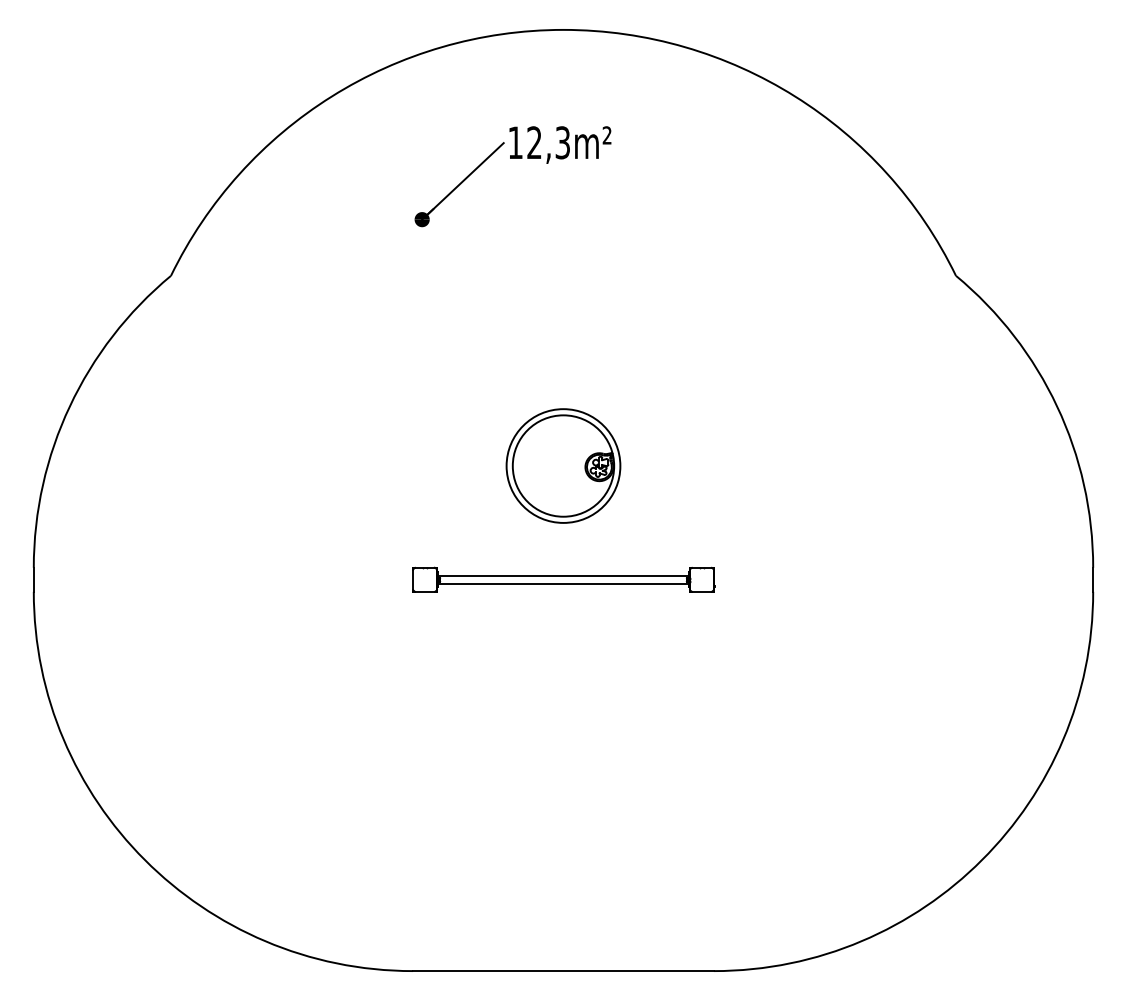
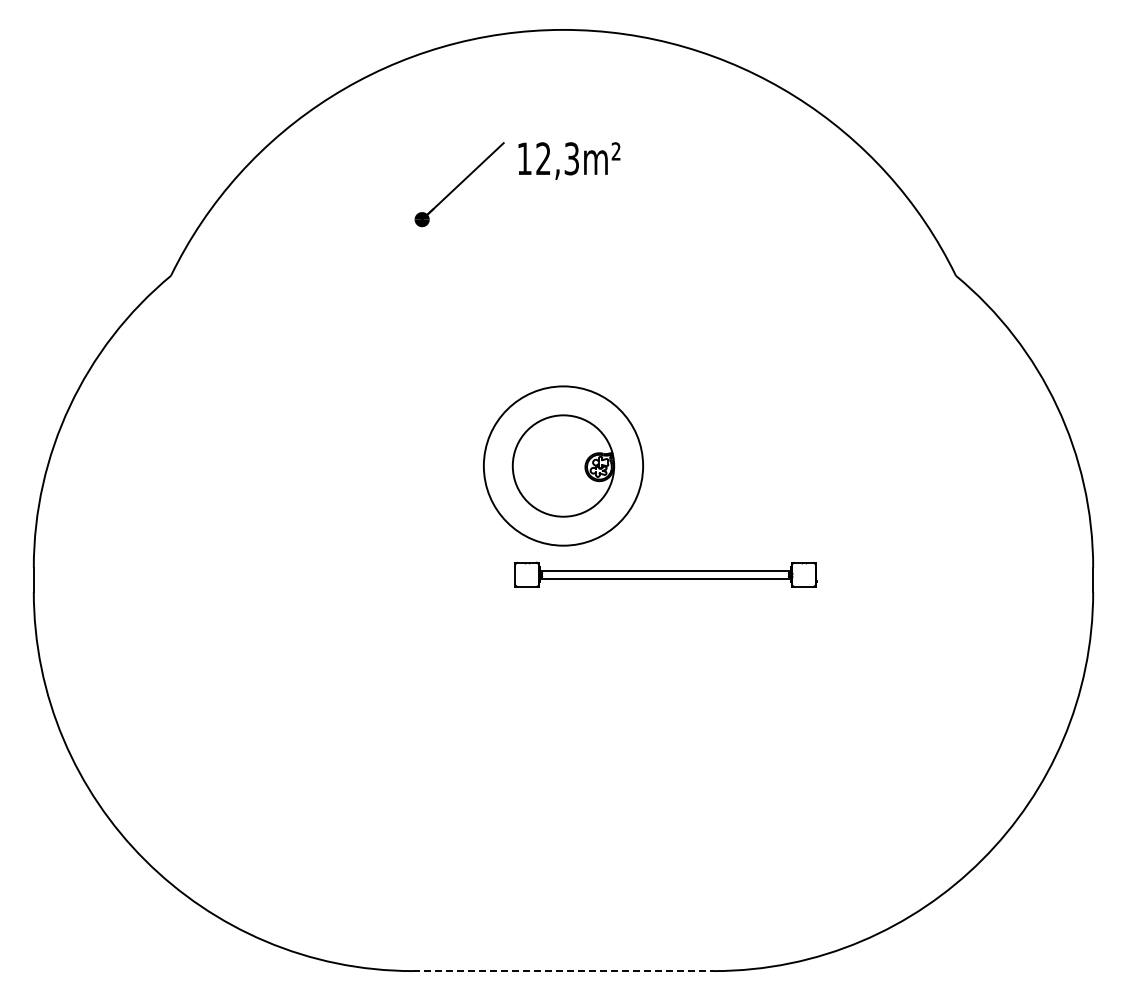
text at (560, 144) position: (560, 144) -> (569, 160)
circle at (563, 465) diameter: 114 px -> 159 px
part at (563, 579) position: (563, 579) -> (665, 574)
line at (563, 971): solid -> dashed
